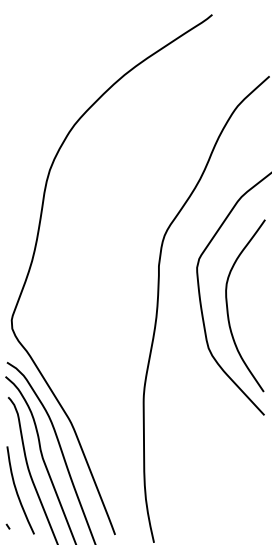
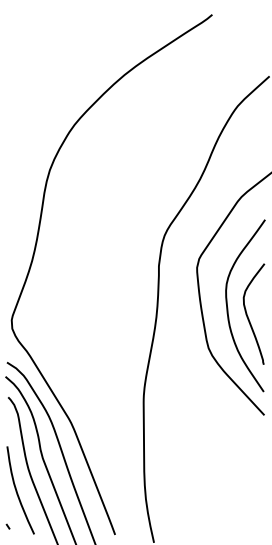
curve at (248, 316): none -> present
